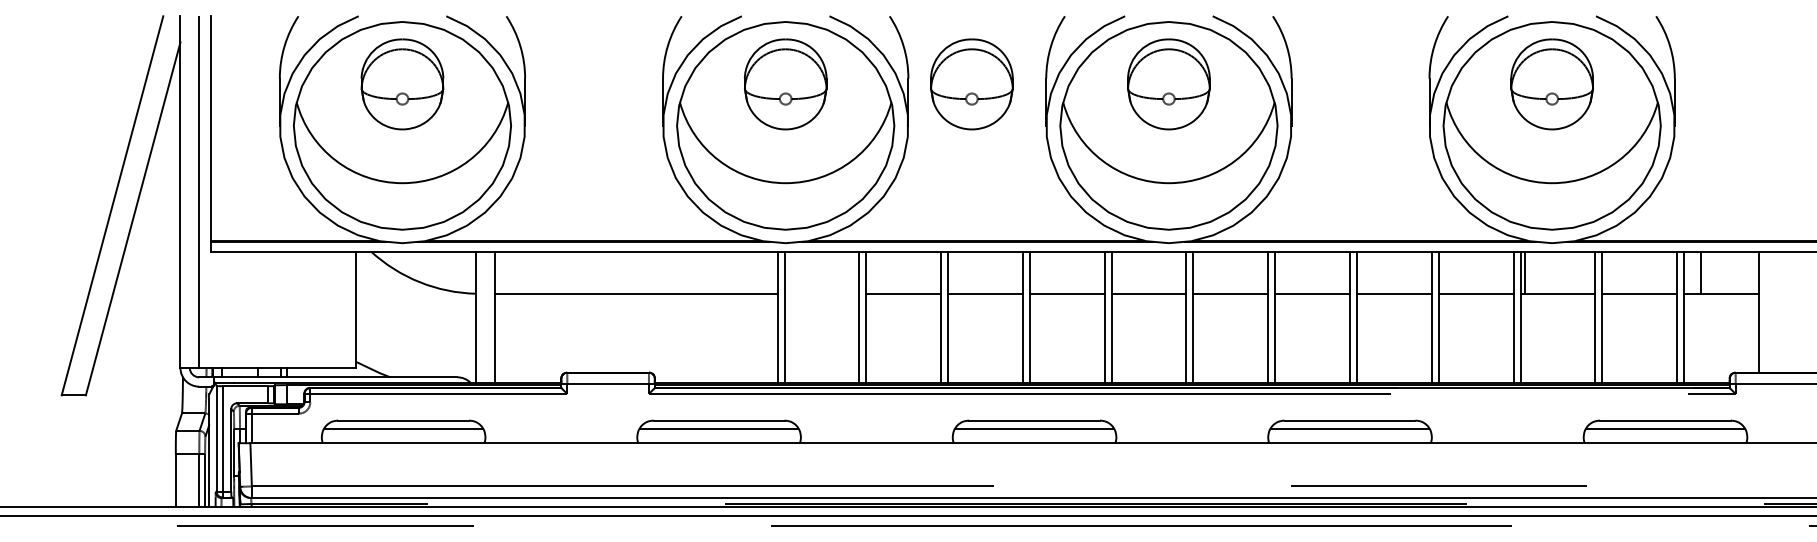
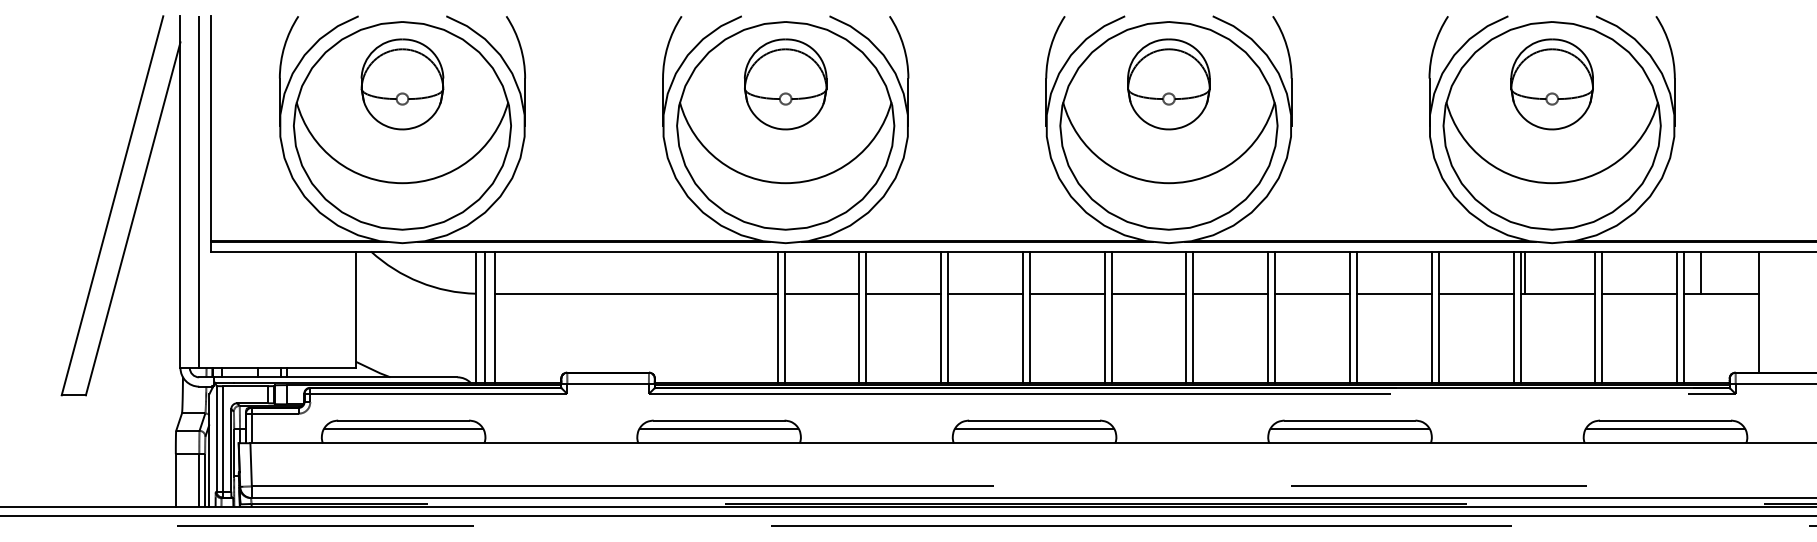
part at (971, 84): present -> none
line at (821, 293): none -> present
line at (485, 316): none -> present
